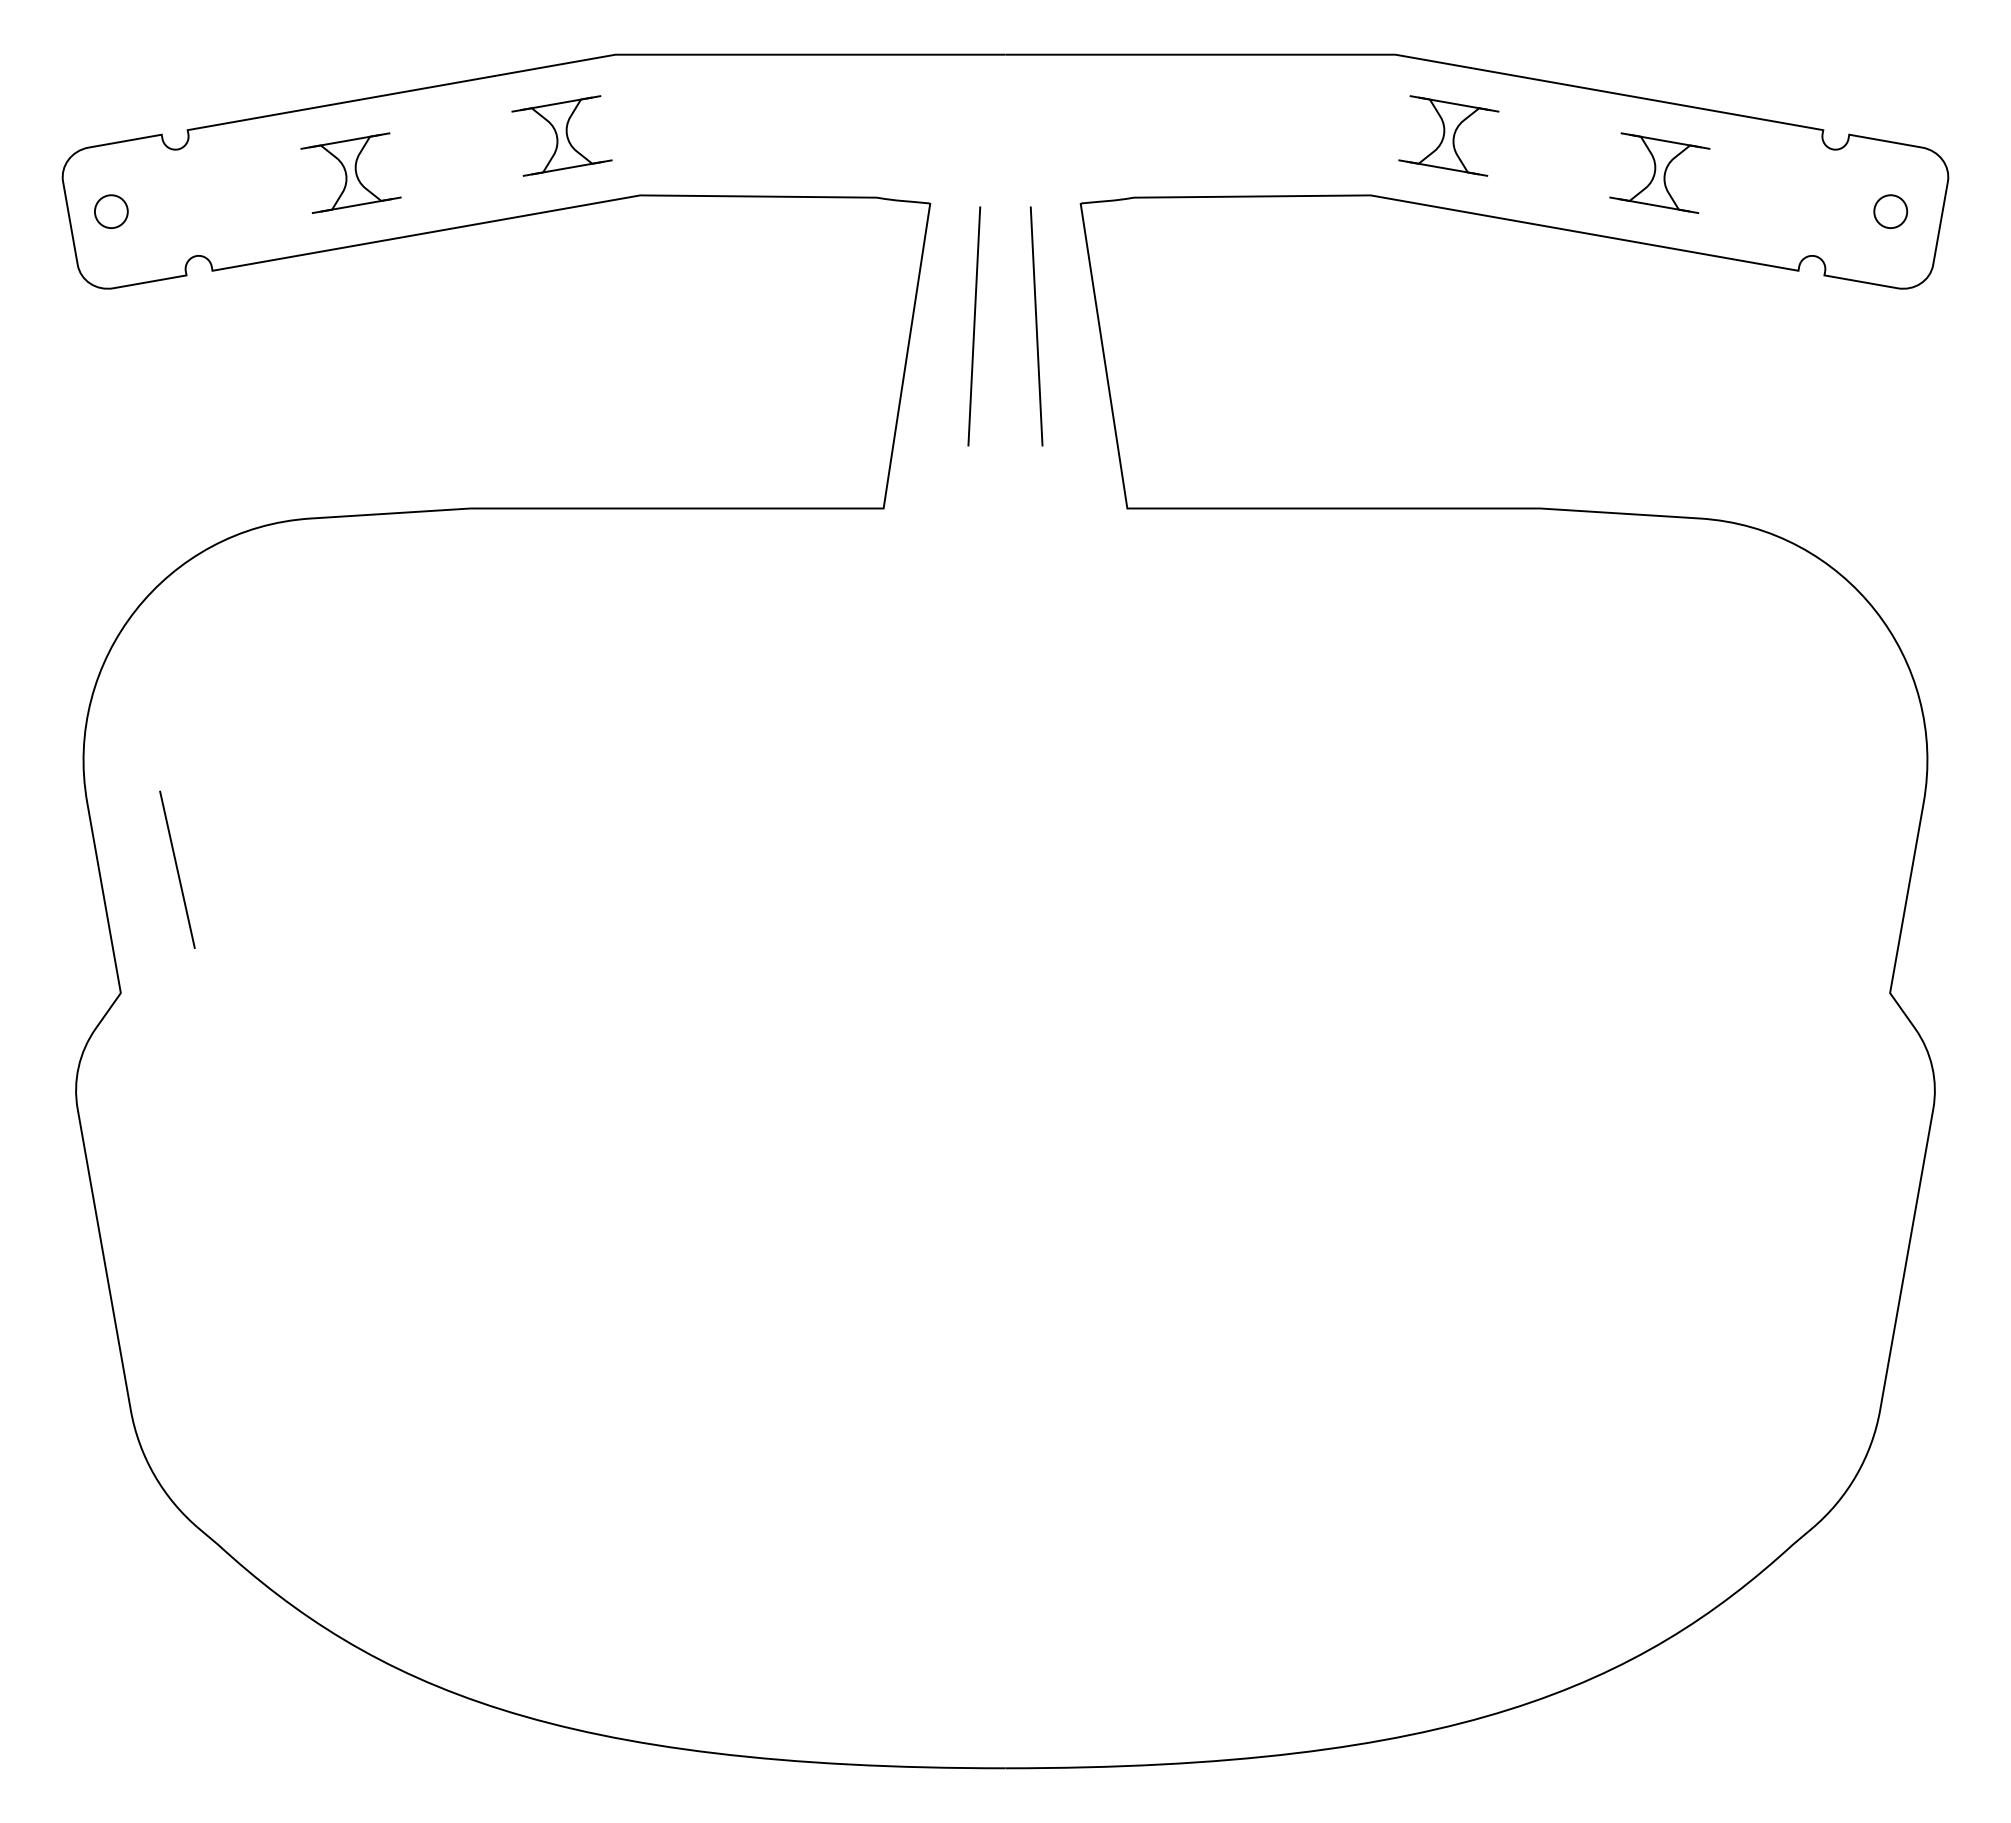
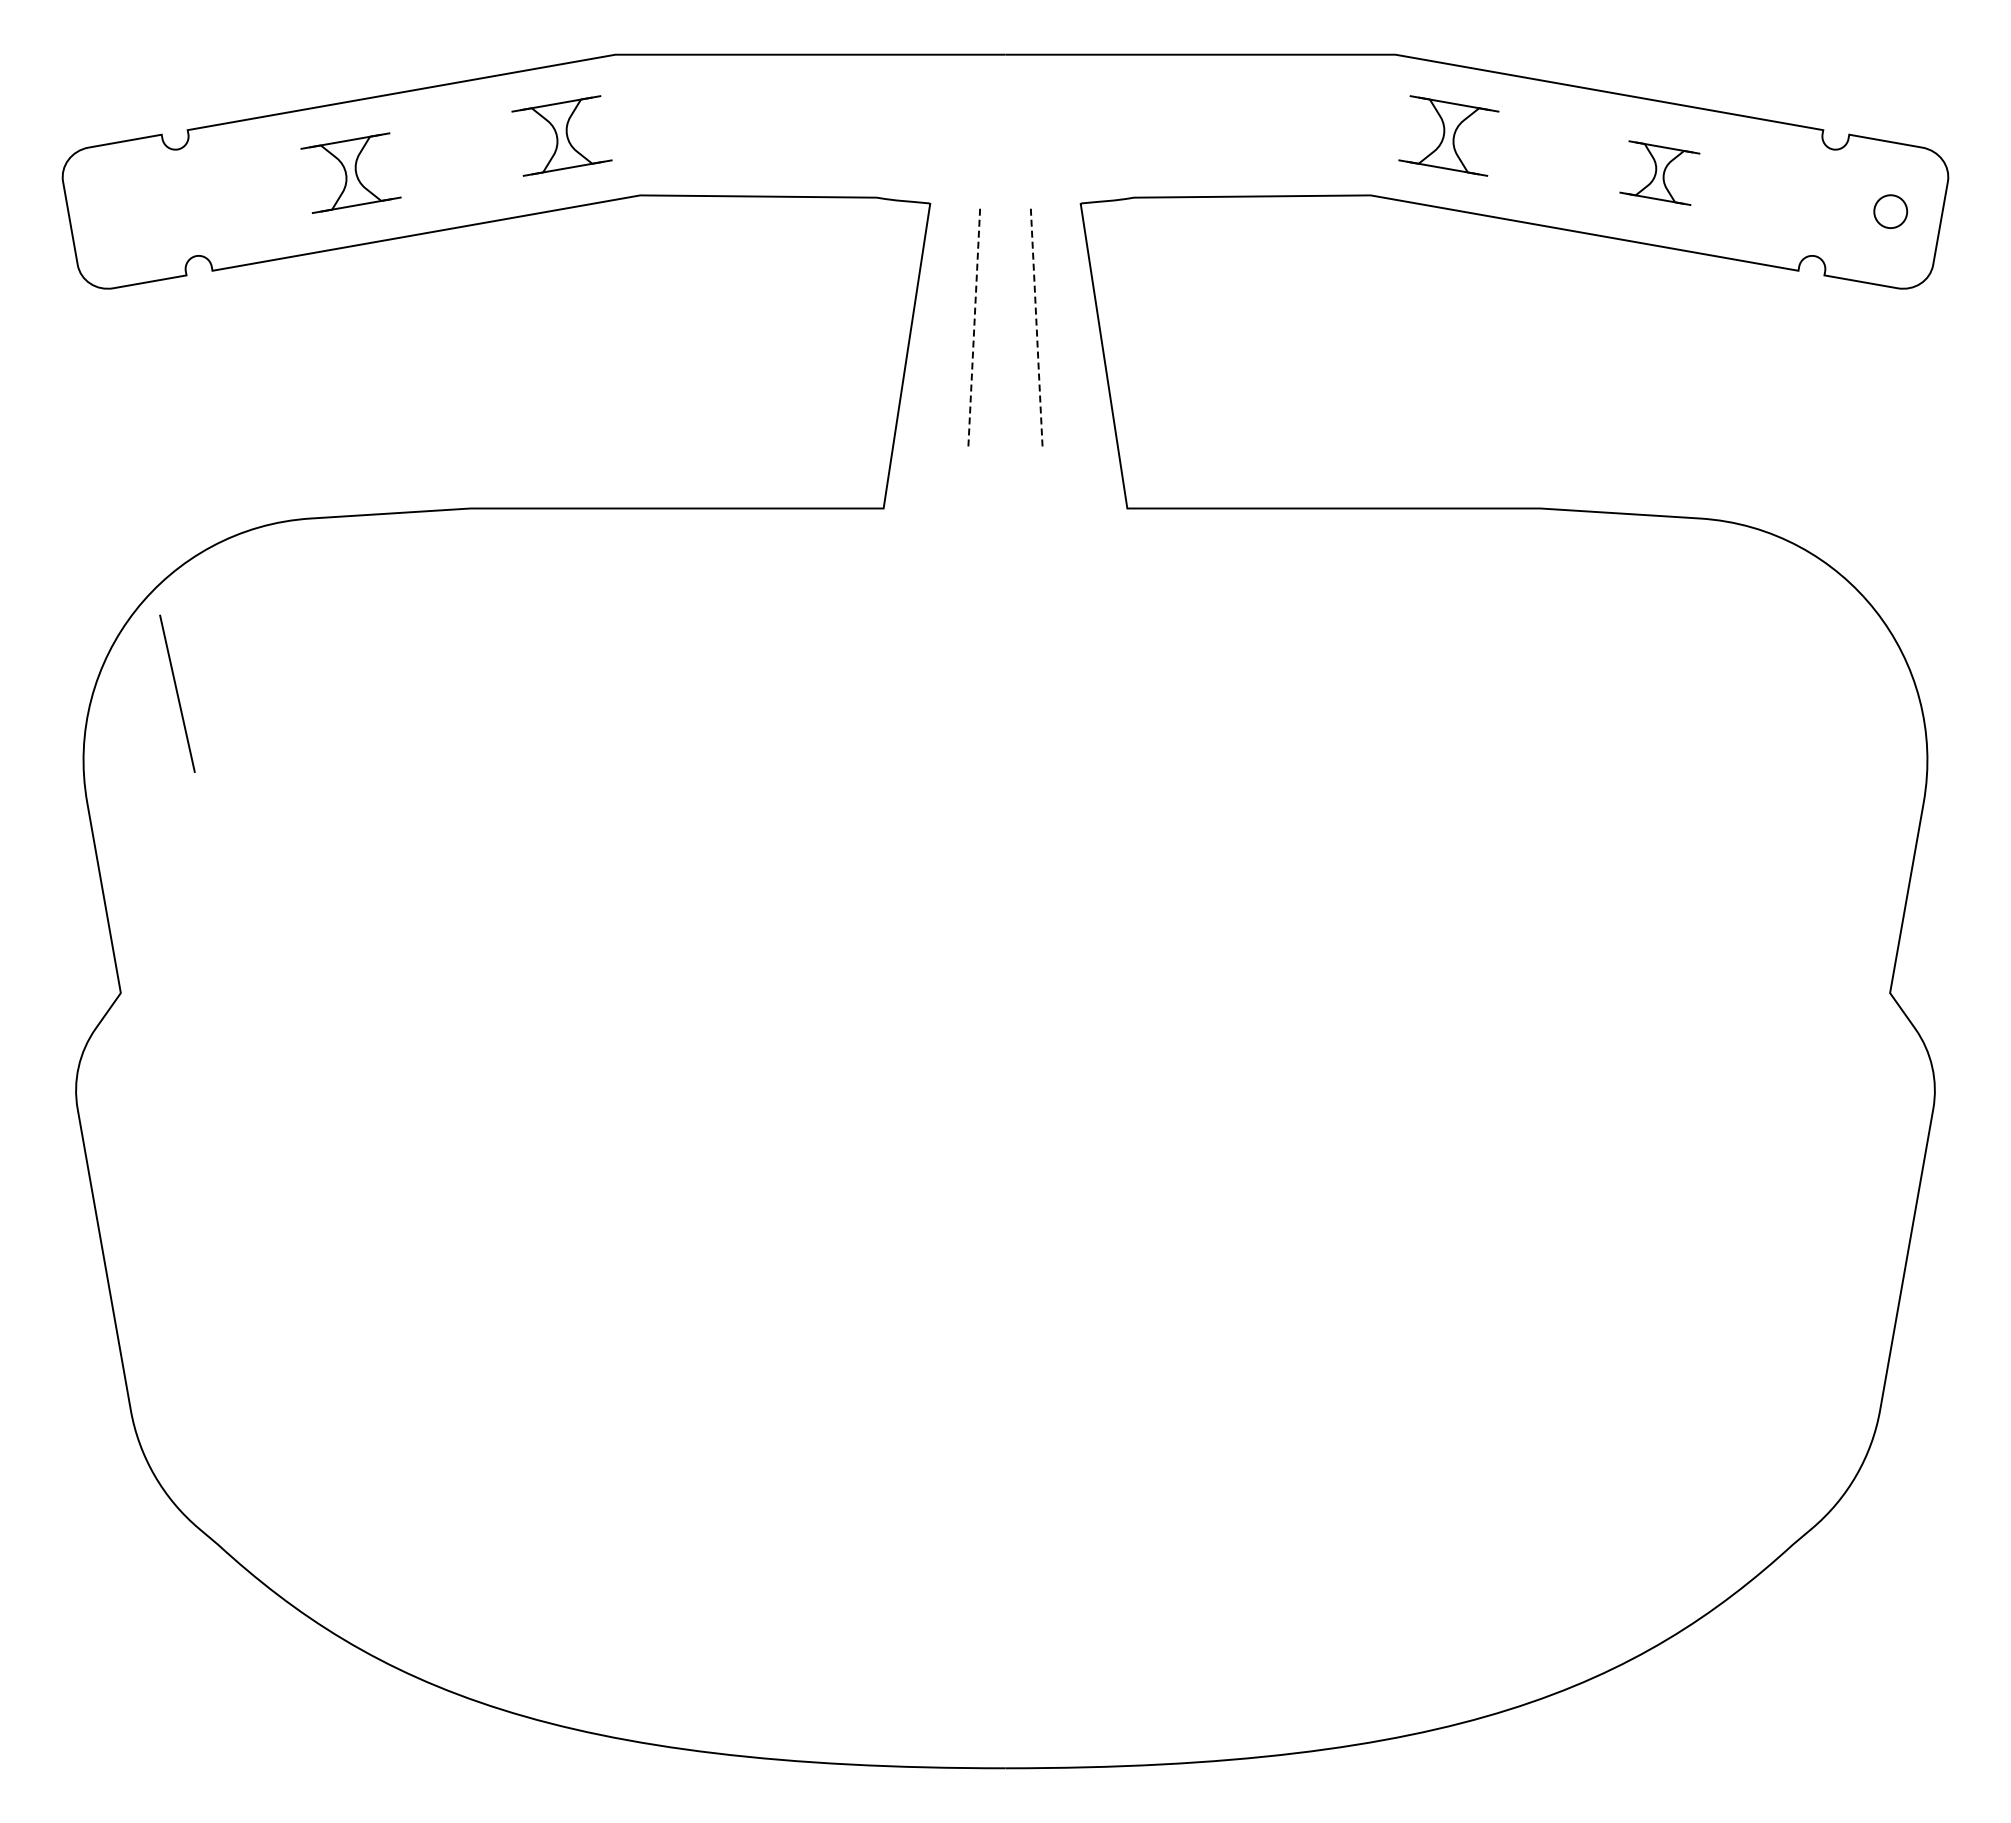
part at (1659, 172) size: 102x82 px -> 82x66 px
part at (111, 211): present -> none
line at (974, 325): solid -> dashed
line at (1036, 325): solid -> dashed
line at (177, 869) position: (177, 869) -> (177, 693)
